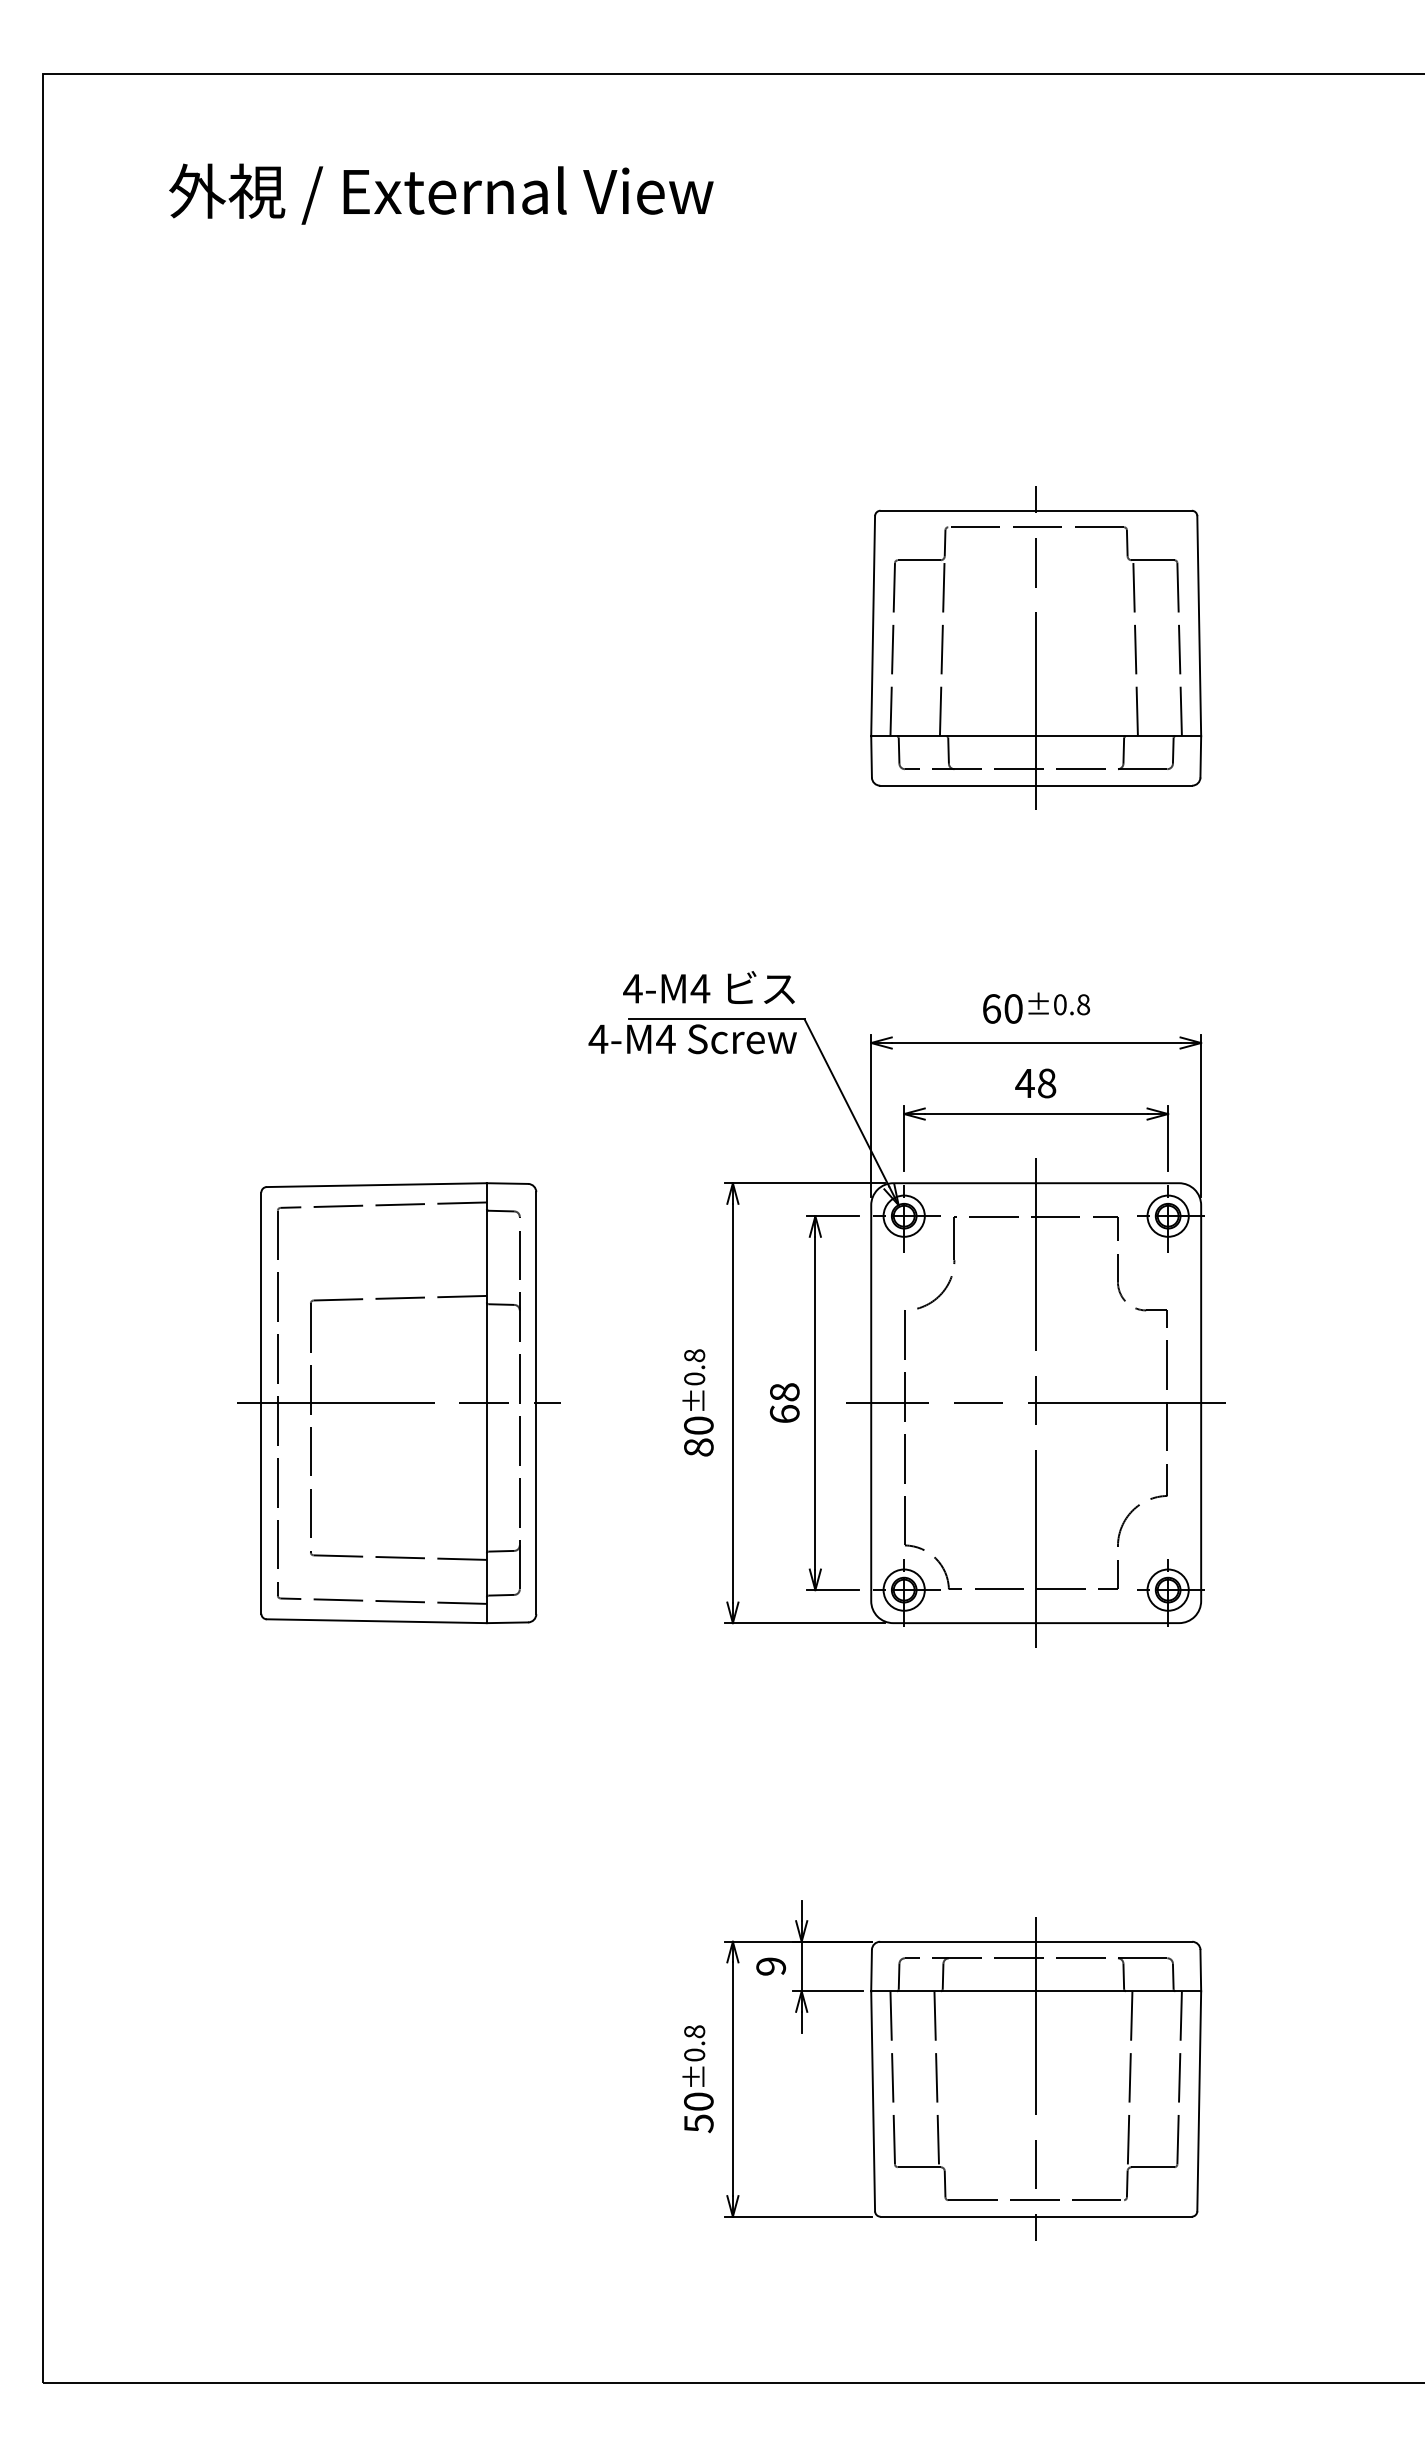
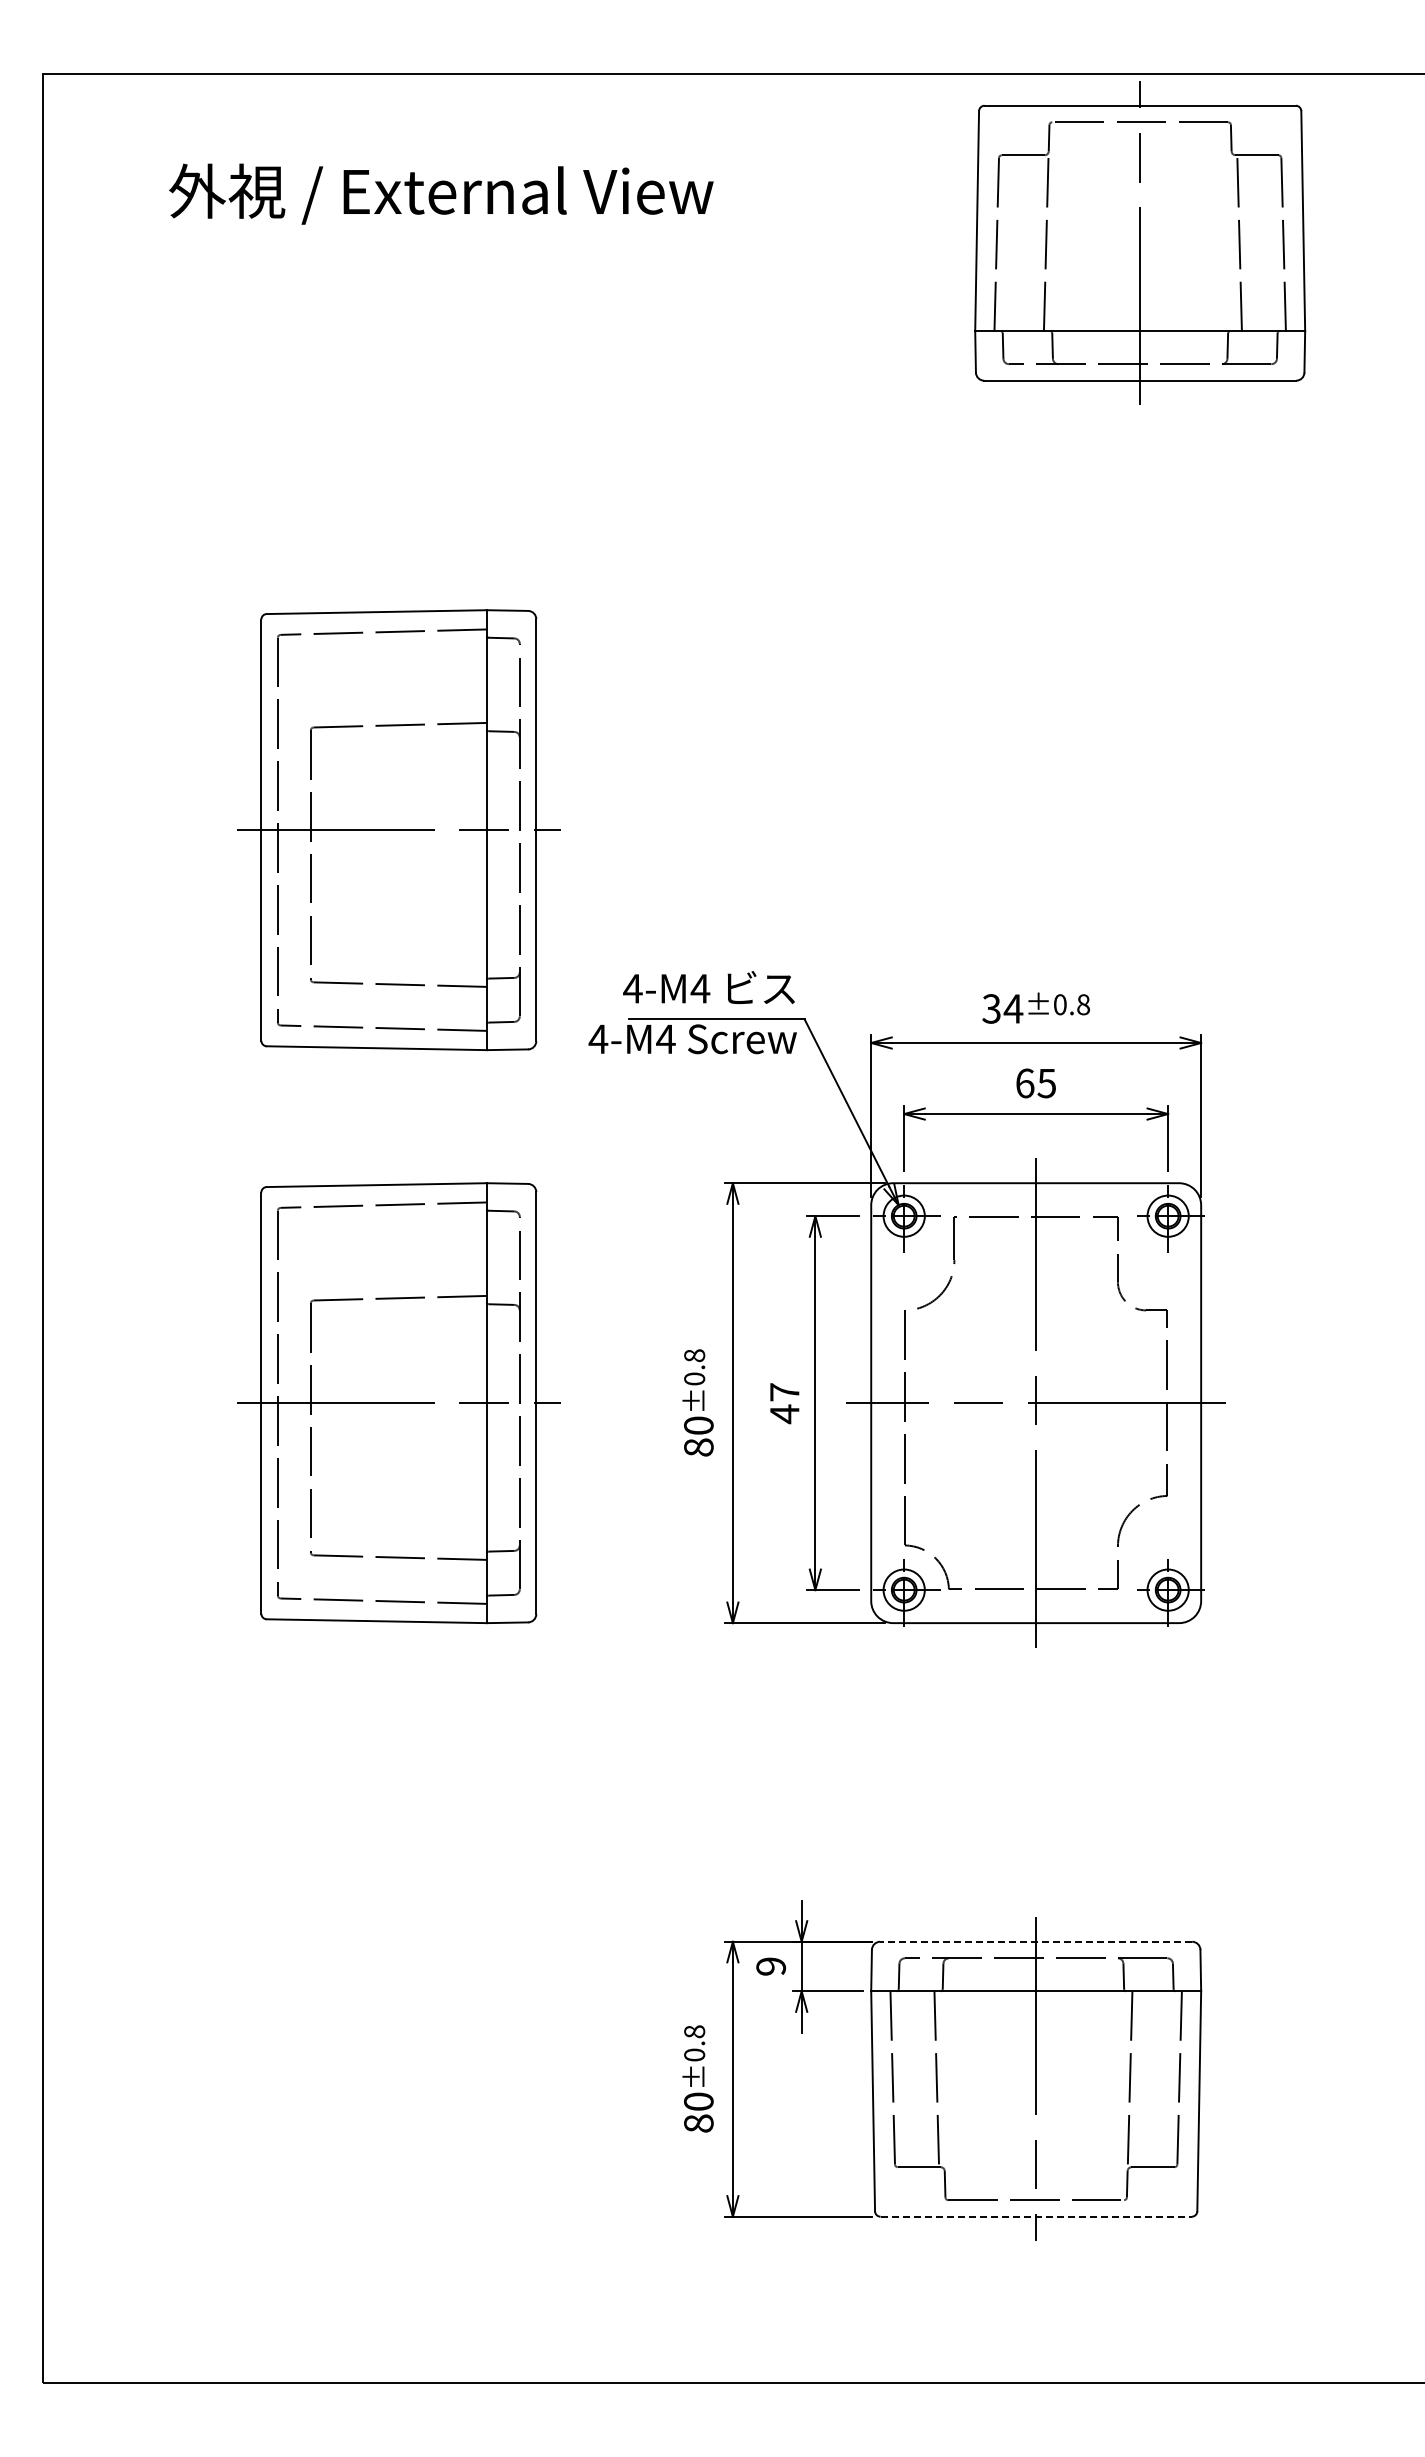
part at (1036, 647) position: (1036, 647) -> (1140, 242)
part at (398, 830): none -> present
text at (1002, 1008): 60 -> 34
text at (1035, 1083): 48 -> 65
text at (784, 1403): 68 -> 47
line at (1035, 1941): solid -> dashed
text at (698, 2123): 50 -> 80
line at (1036, 2216): solid -> dashed
